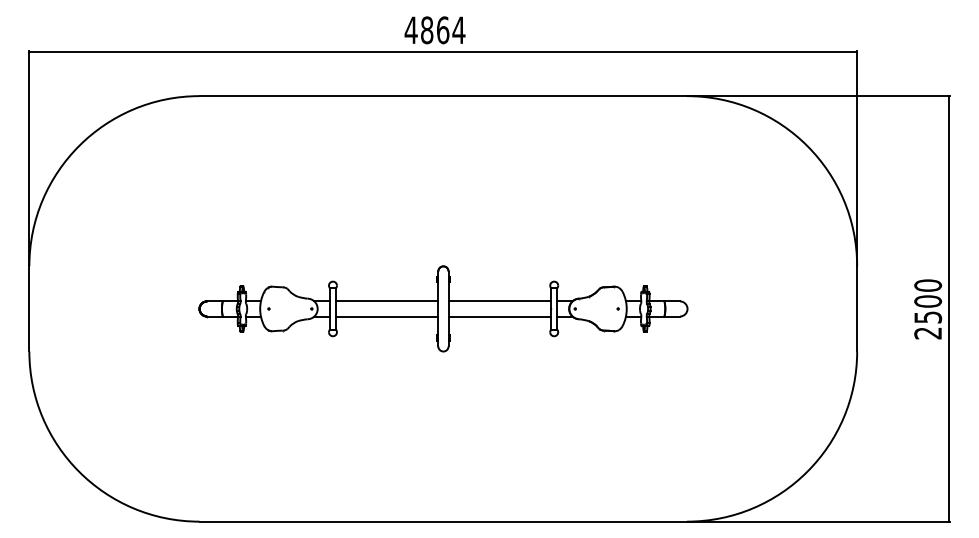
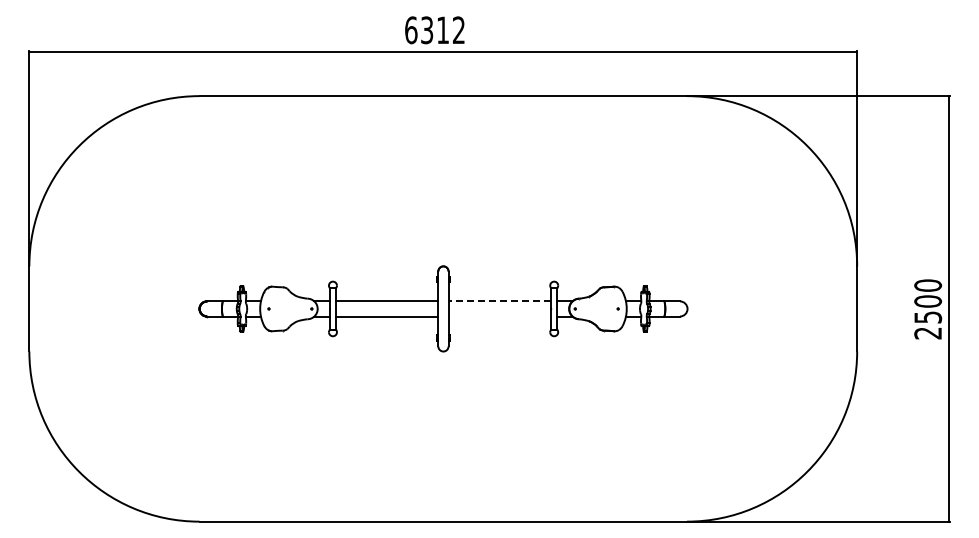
text at (434, 30): 4864 -> 6312
line at (499, 301): solid -> dashed
line at (499, 316): present -> none
